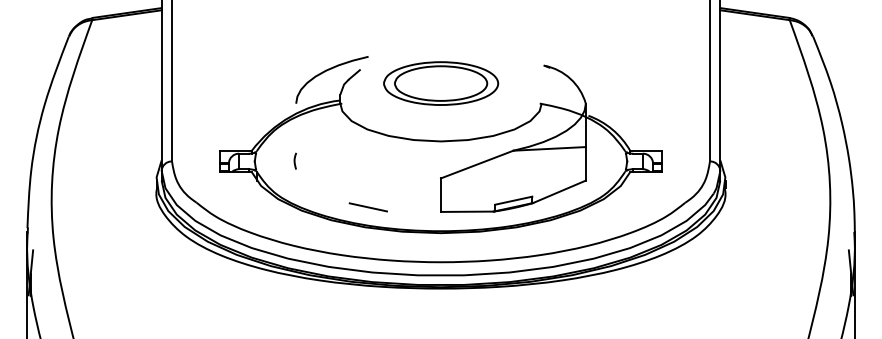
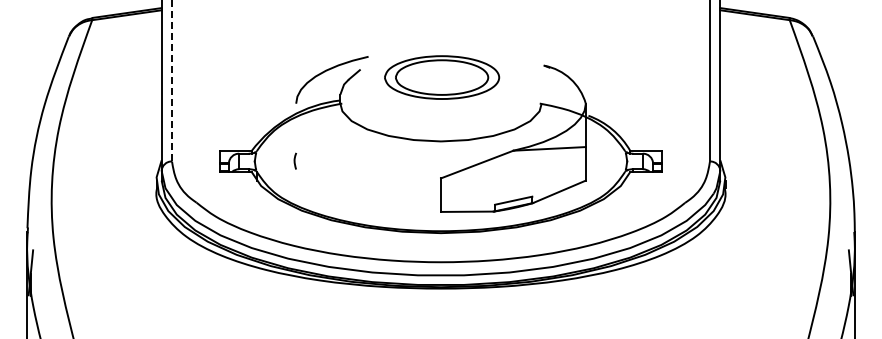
line at (172, 80): solid -> dashed
part at (441, 83) position: (441, 83) -> (442, 77)
line at (368, 207): present -> none
